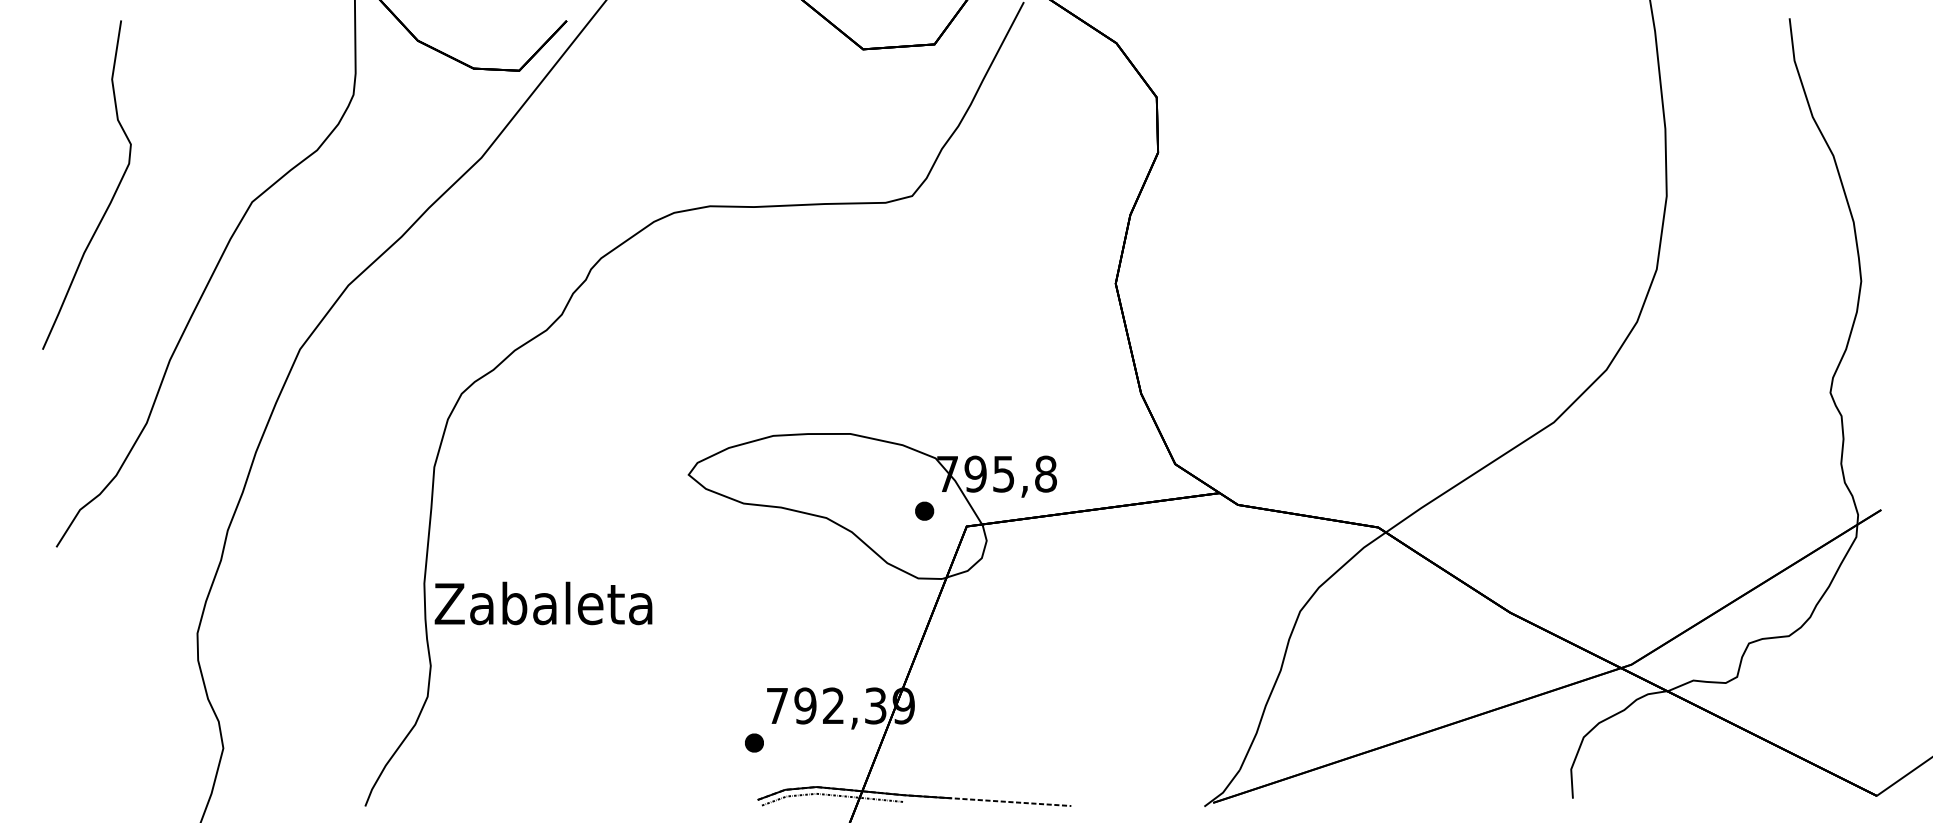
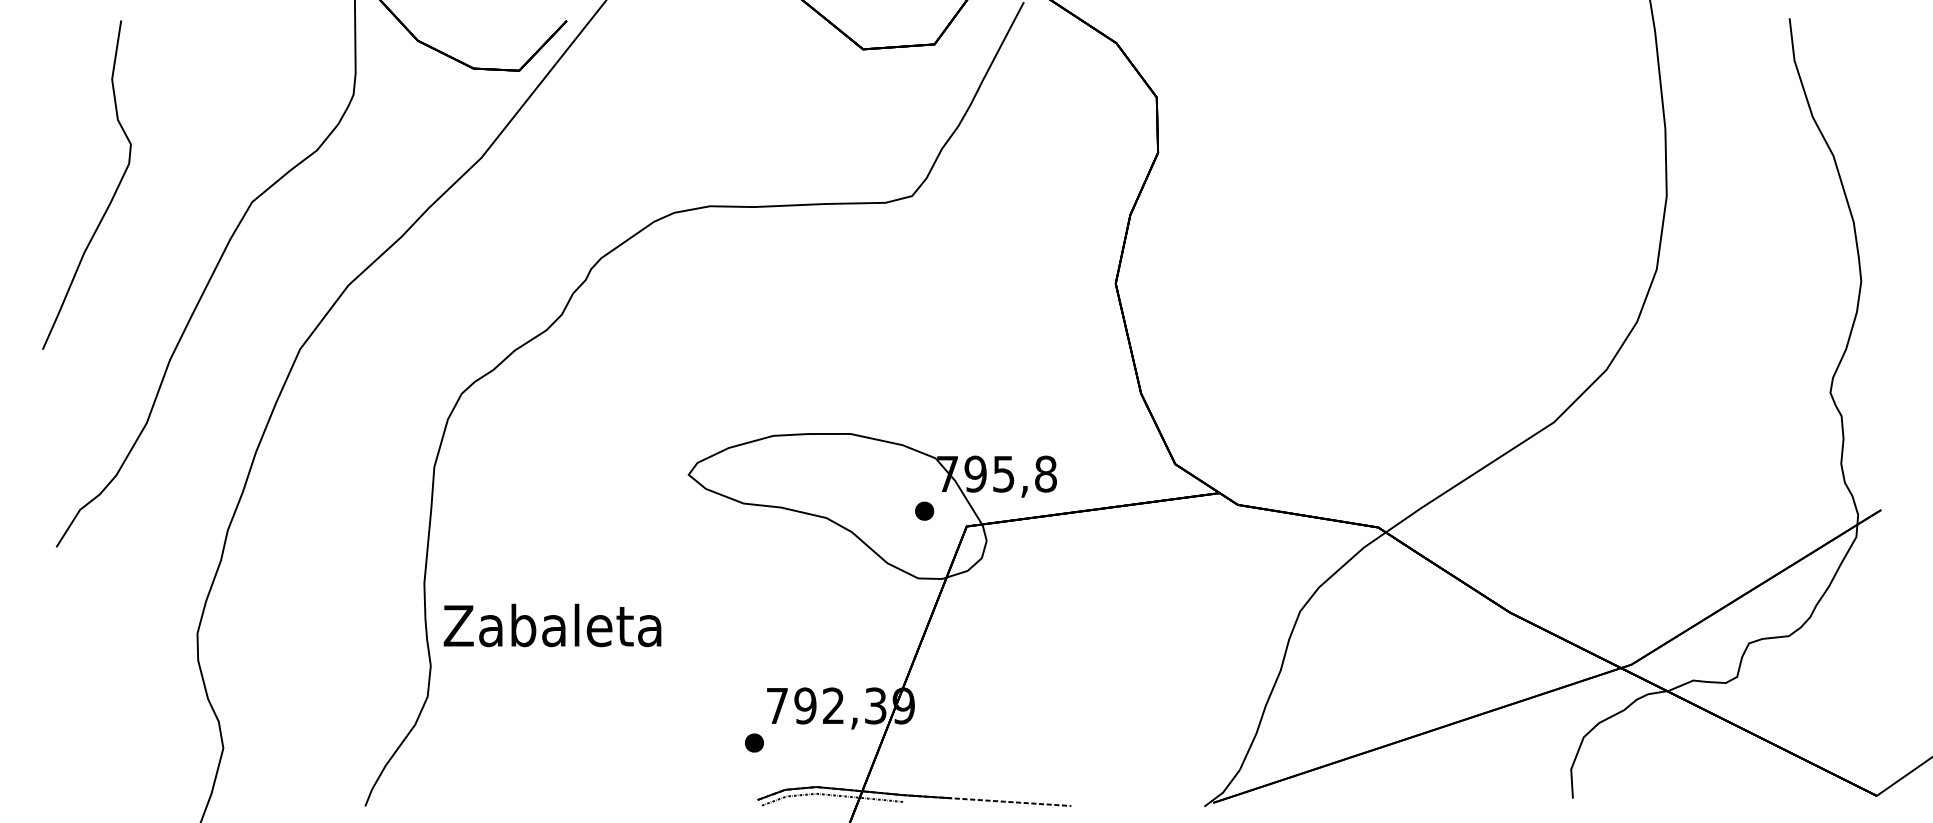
text at (543, 603) position: (543, 603) -> (552, 625)
